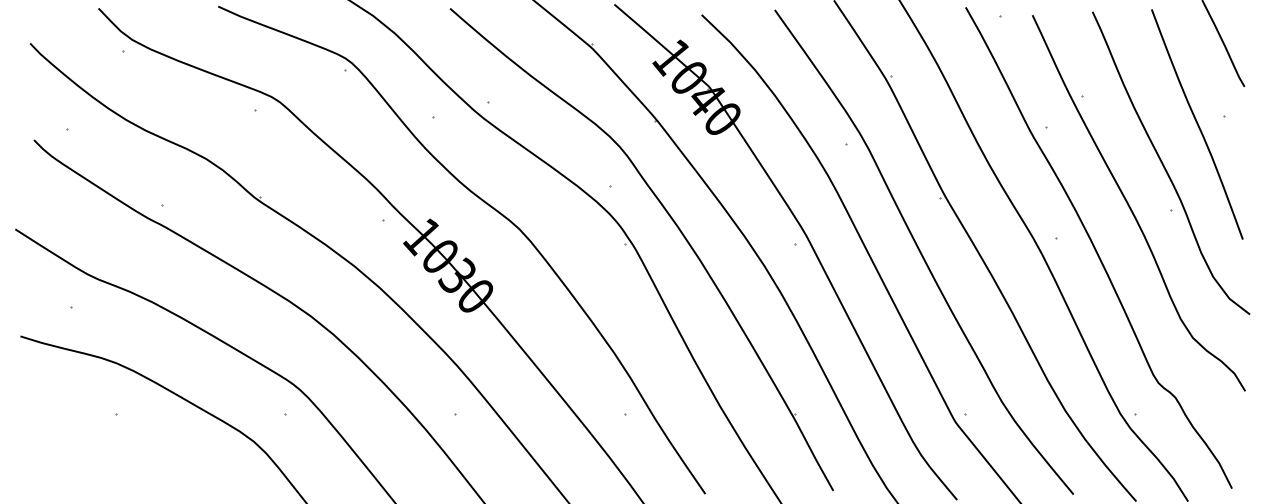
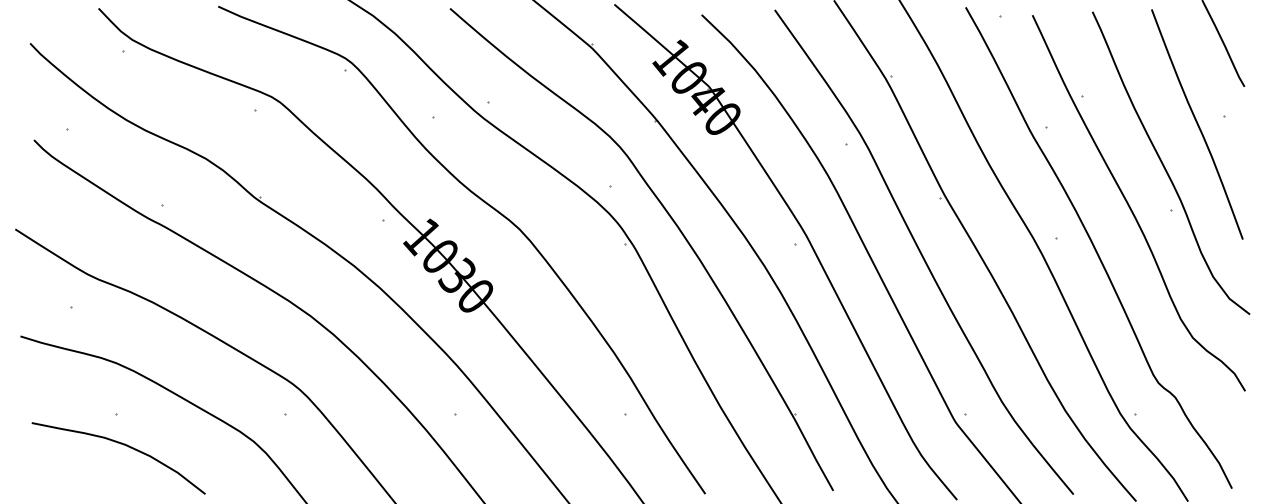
curve at (123, 445): none -> present
